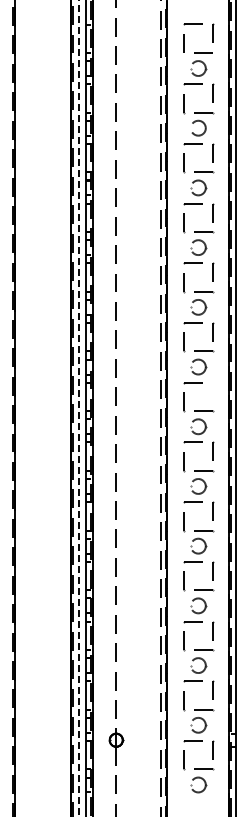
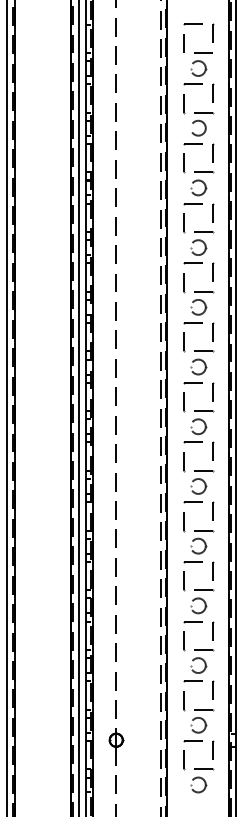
line at (213, 391): none -> present
line at (7, 407): none -> present
line at (78, 408): dashed -> solid
